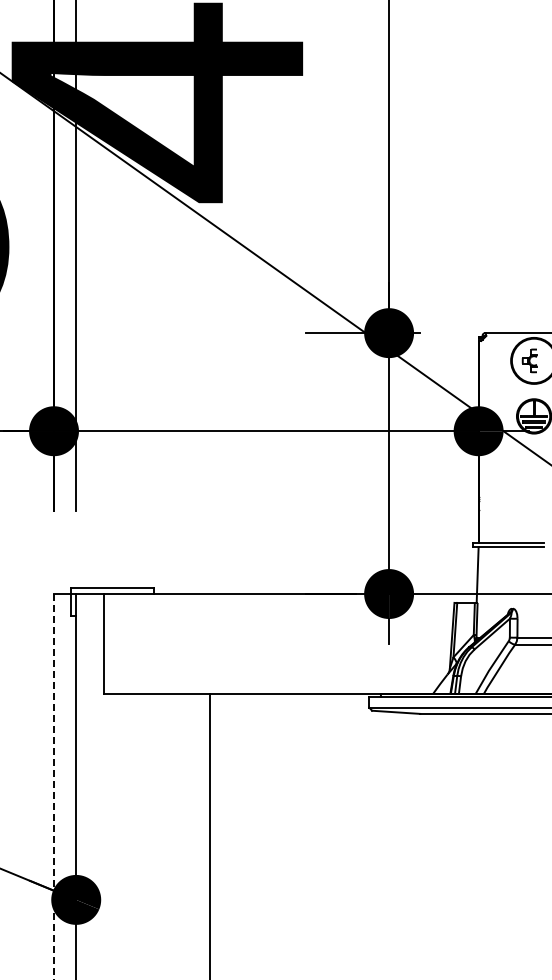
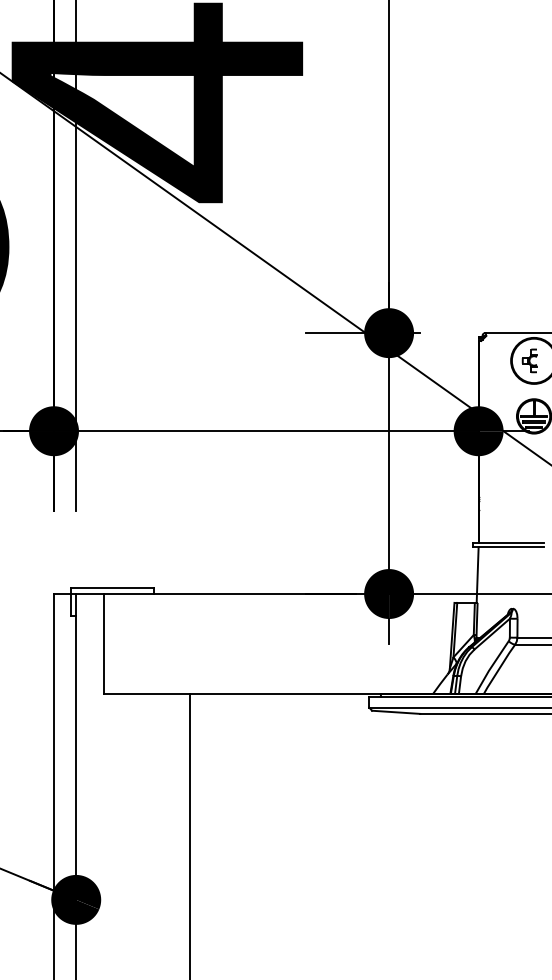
line at (54, 786): dashed -> solid
line at (210, 834) position: (210, 834) -> (190, 834)
